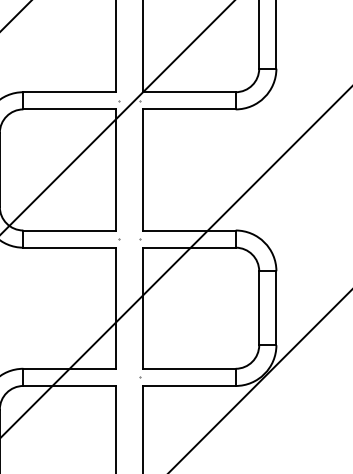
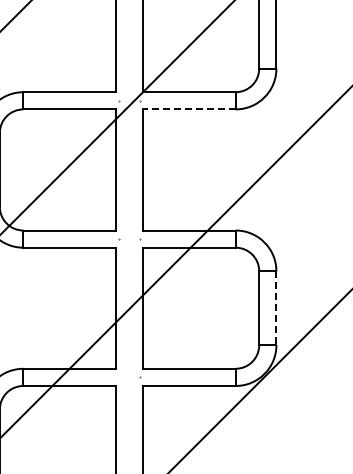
line at (188, 109): solid -> dashed
line at (276, 308): solid -> dashed
